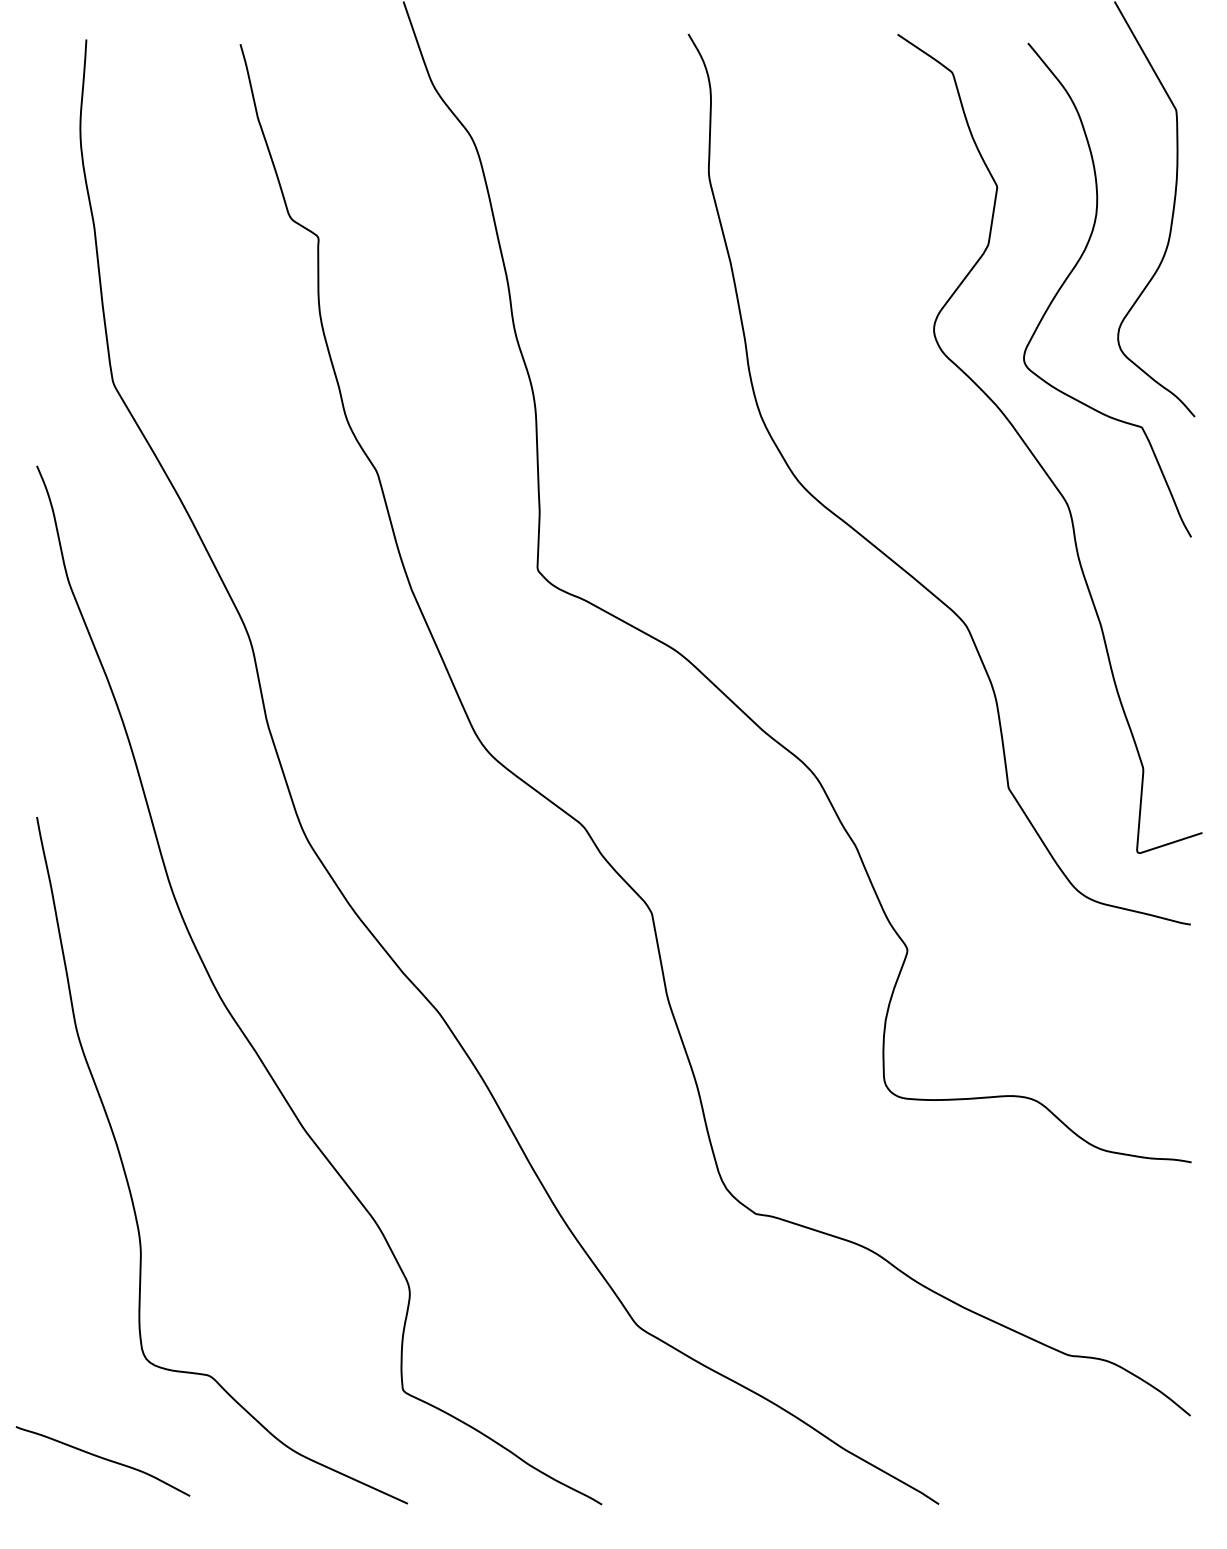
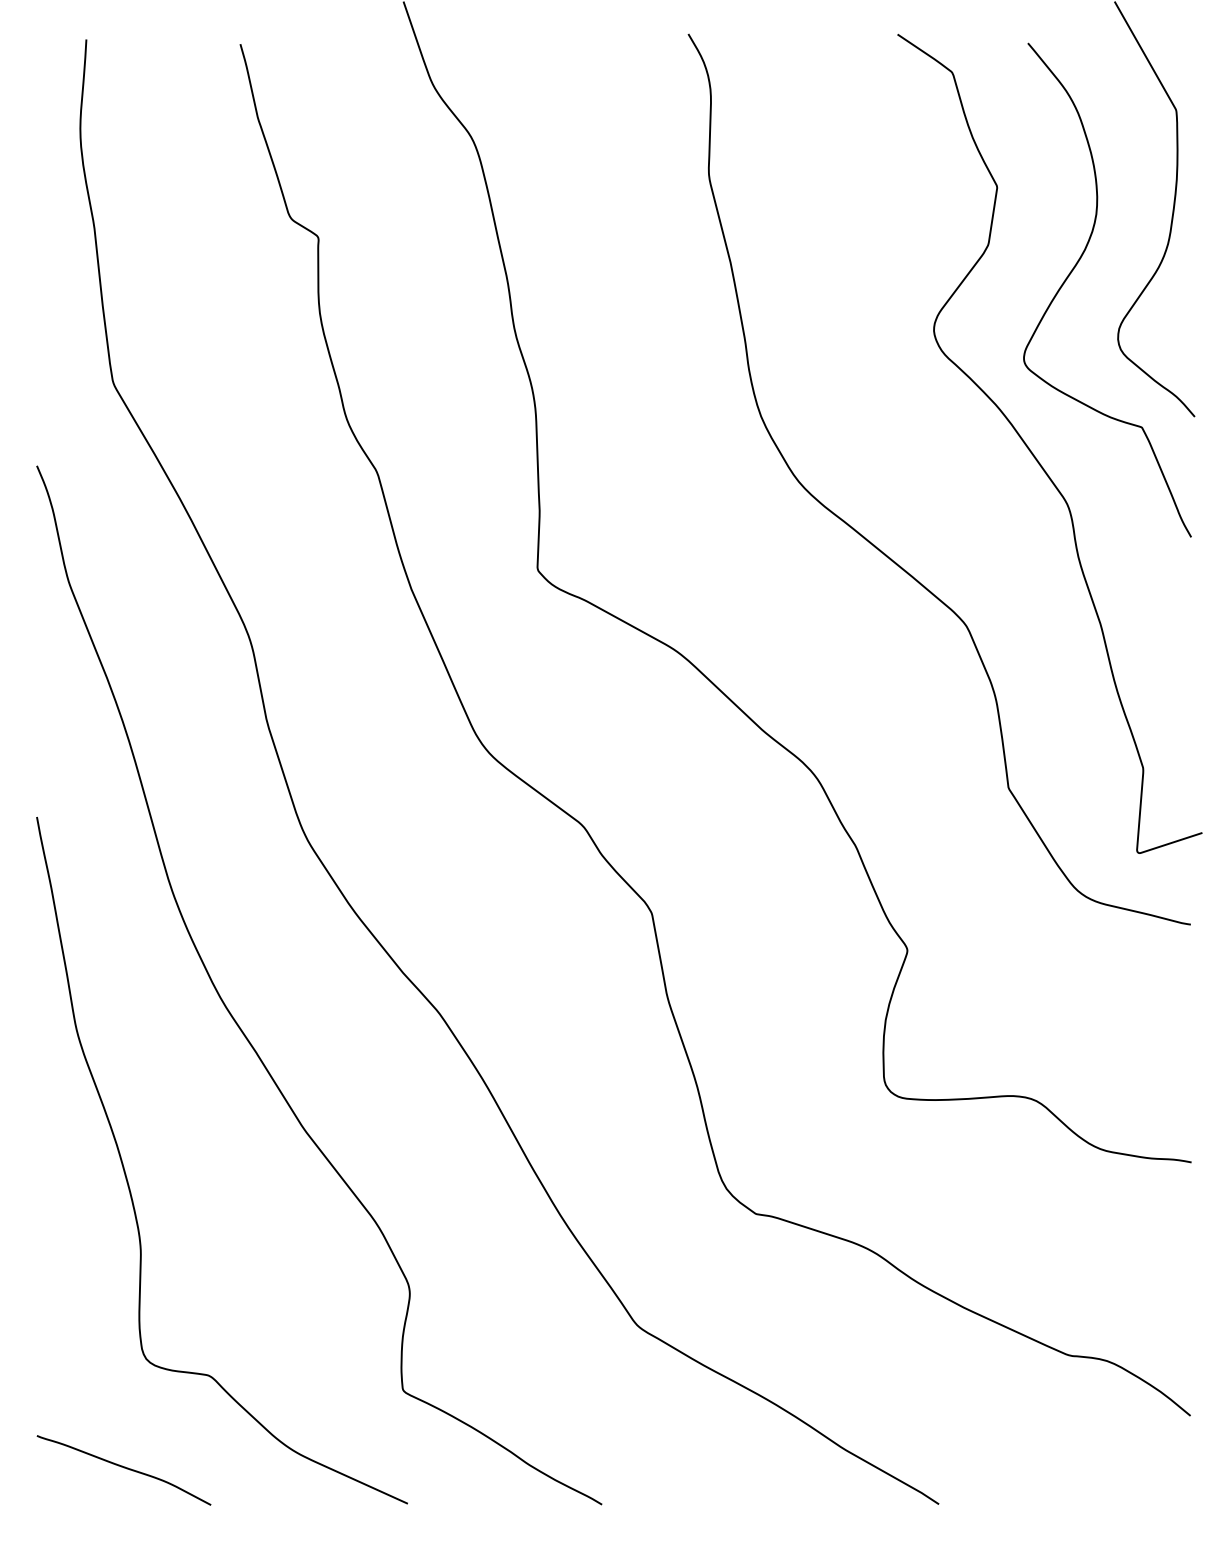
curve at (103, 1459) position: (103, 1459) -> (124, 1468)
